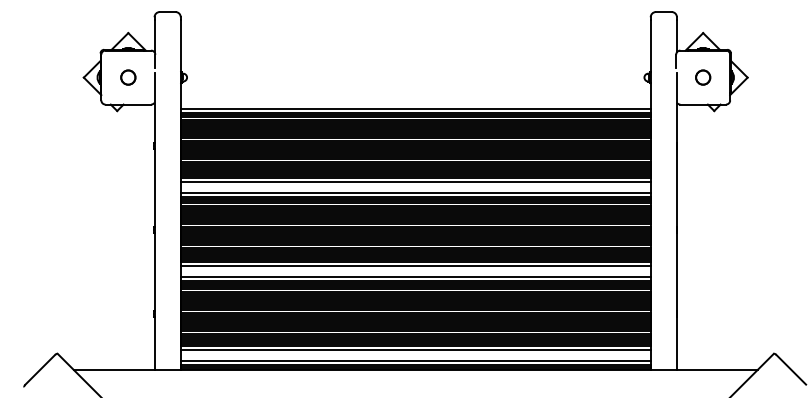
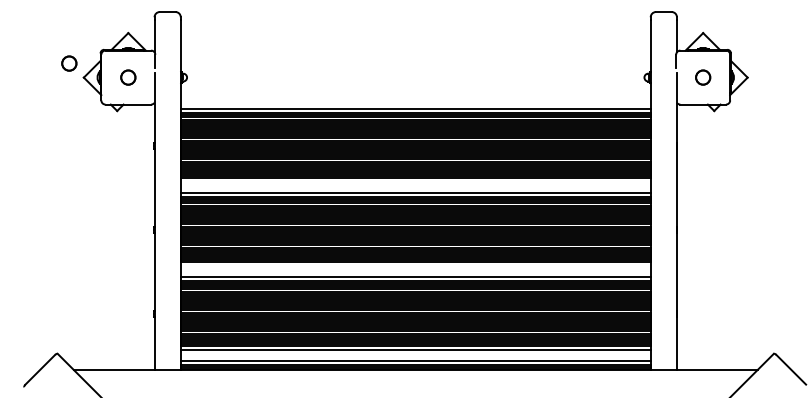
circle at (69, 63): none -> present
line at (415, 182): present -> none
line at (415, 266): present -> none
